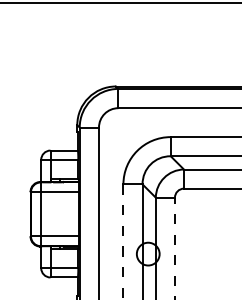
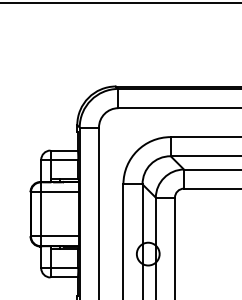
line at (123, 242): dashed -> solid
line at (175, 248): dashed -> solid
